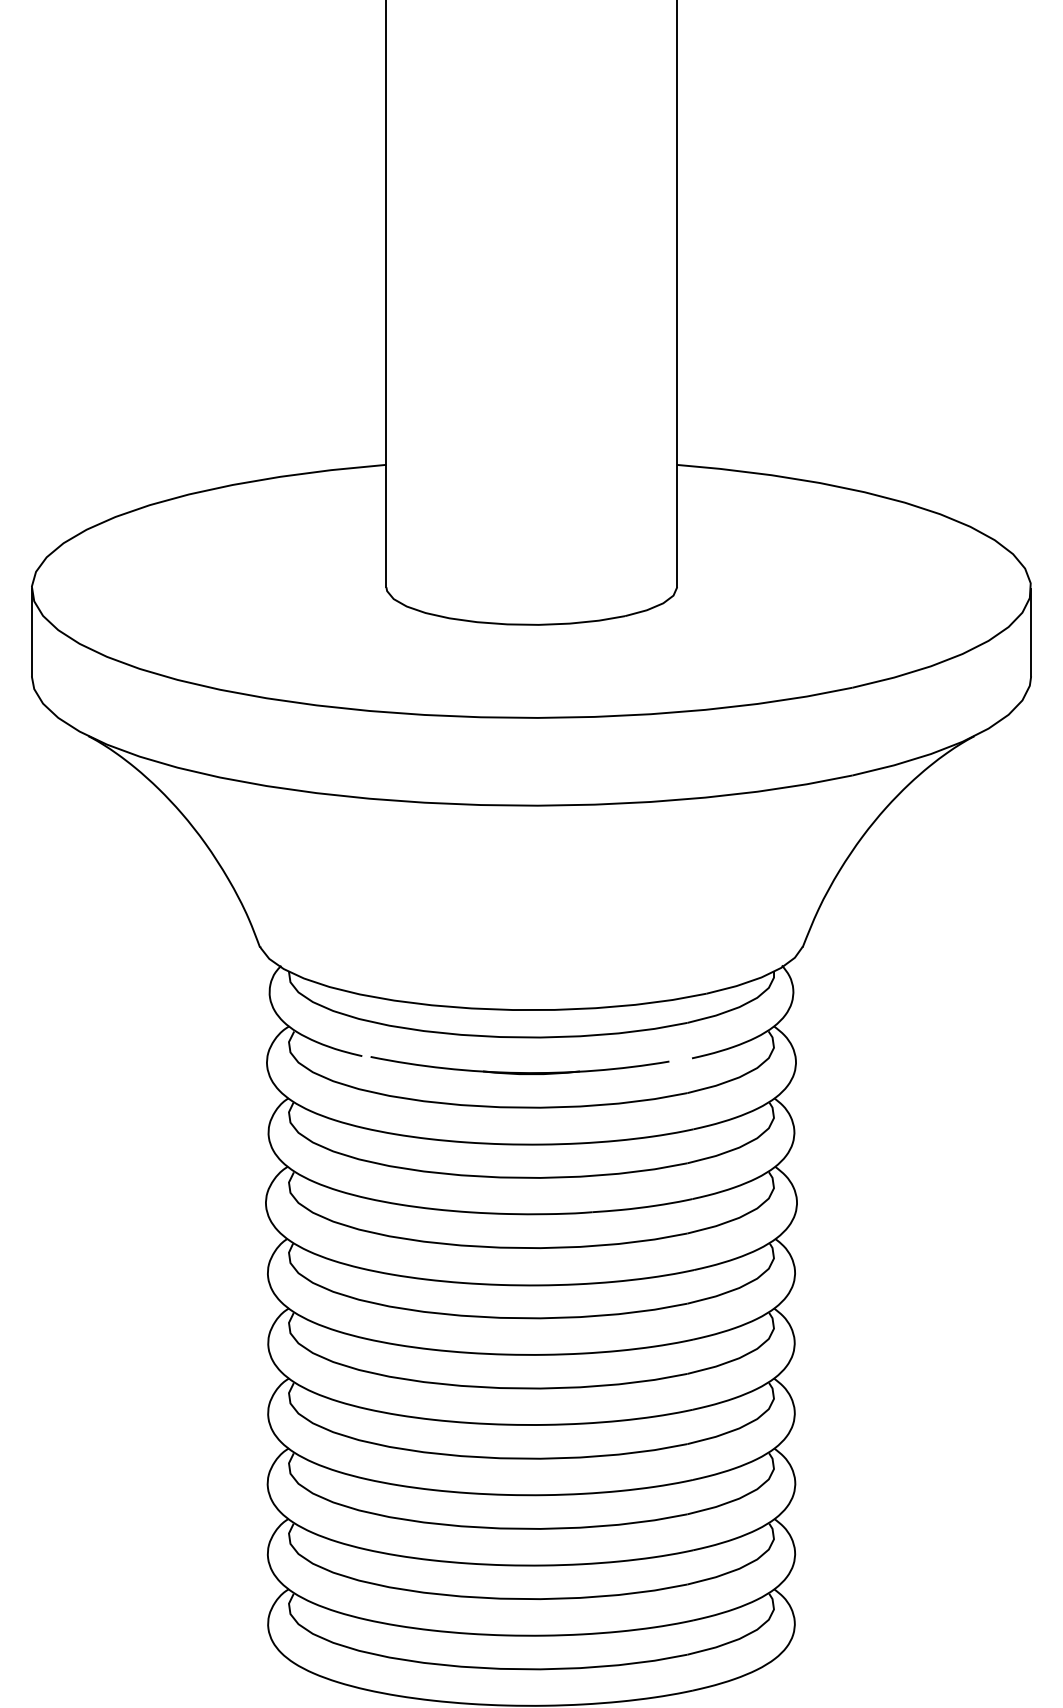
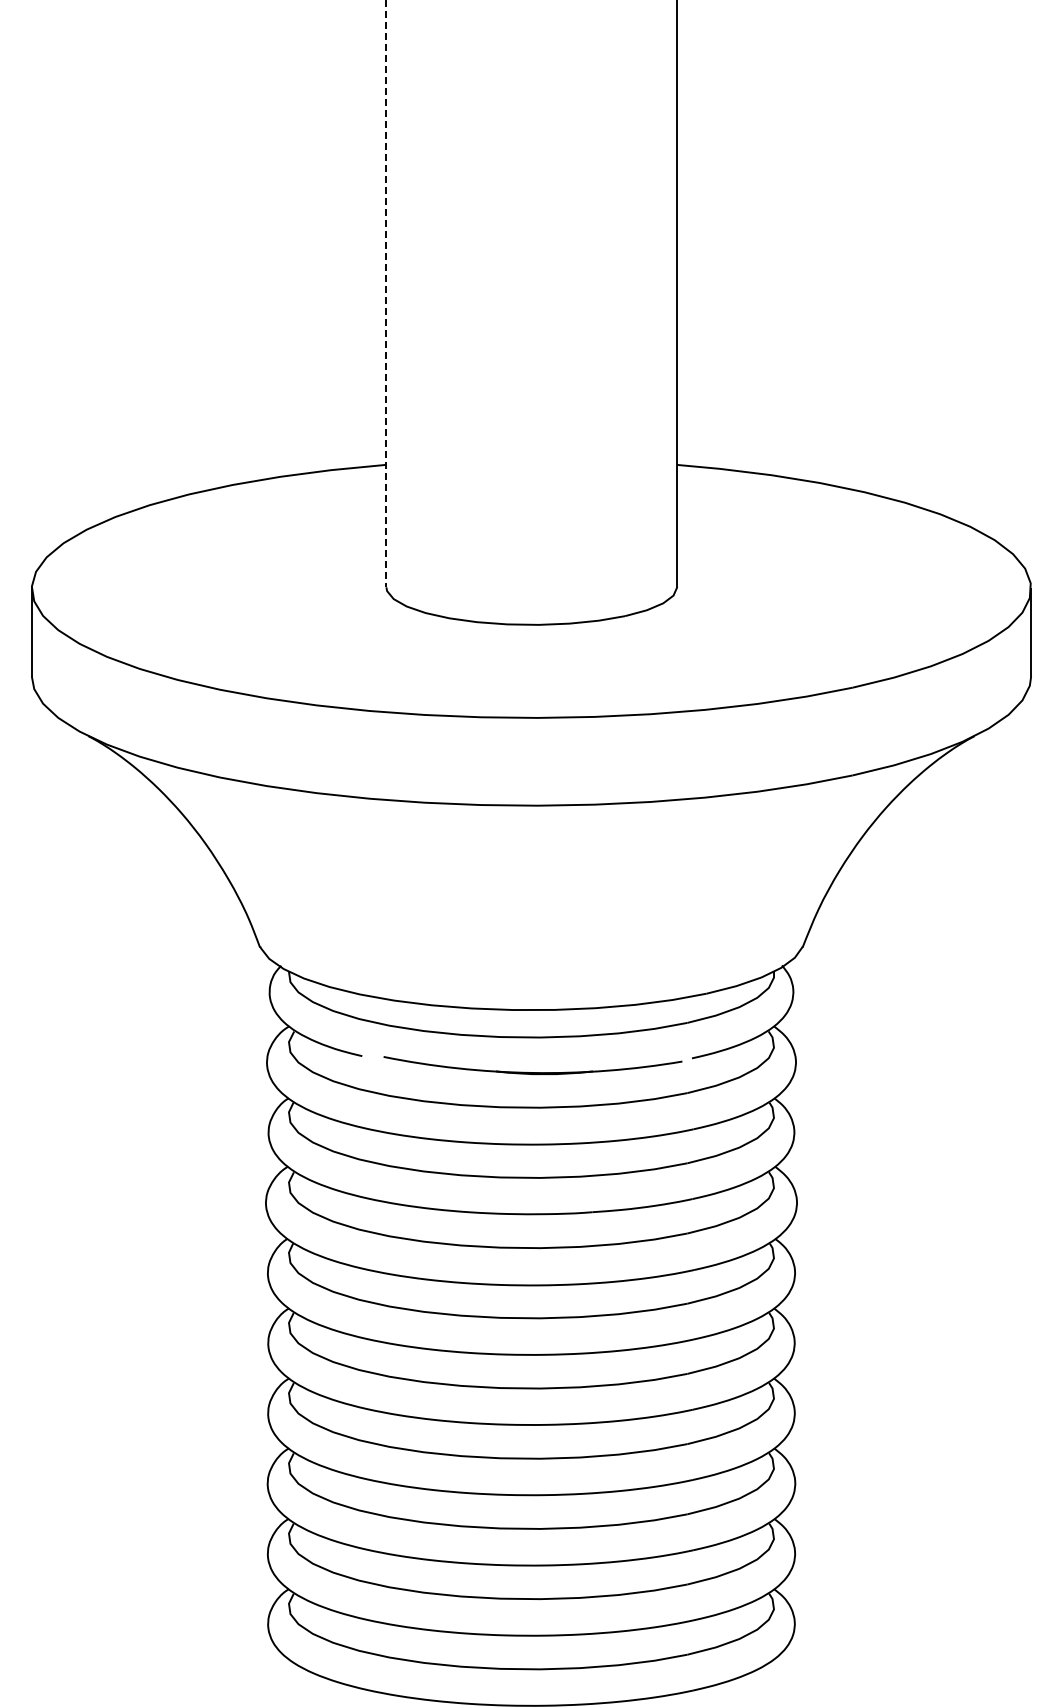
line at (386, 294): solid -> dashed
part at (519, 1072) position: (519, 1072) -> (532, 1072)
